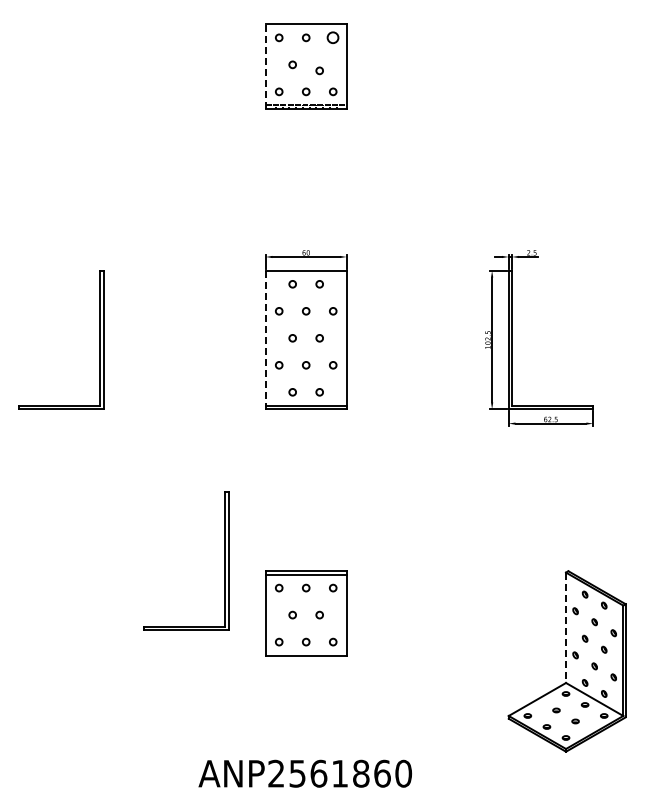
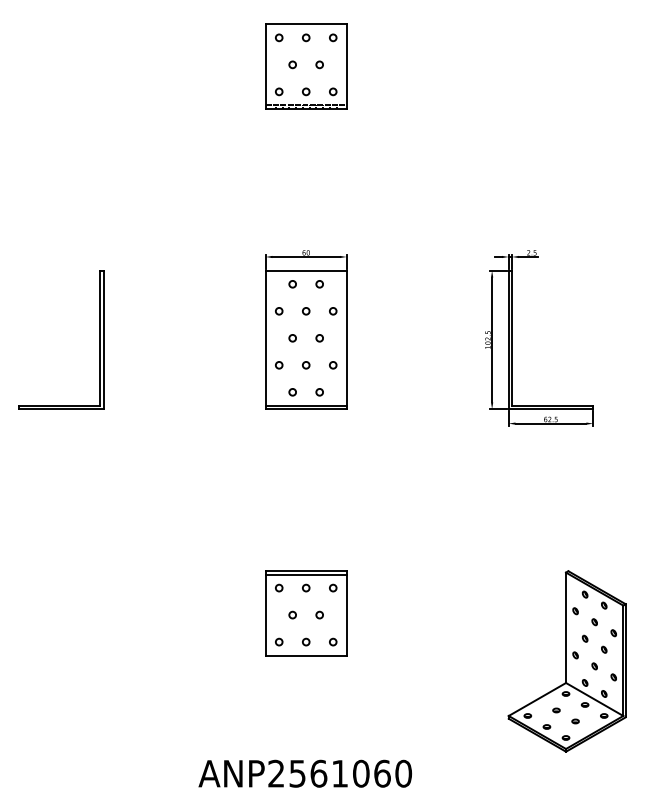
circle at (332, 37) size: 14x13 px -> 9x10 px
line at (265, 66): dashed -> solid
circle at (319, 70) position: (319, 70) -> (319, 64)
line at (265, 338): dashed -> solid
part at (224, 560): present -> none
line at (566, 628): dashed -> solid
text at (361, 773): ANP2561860 -> ANP2561060
